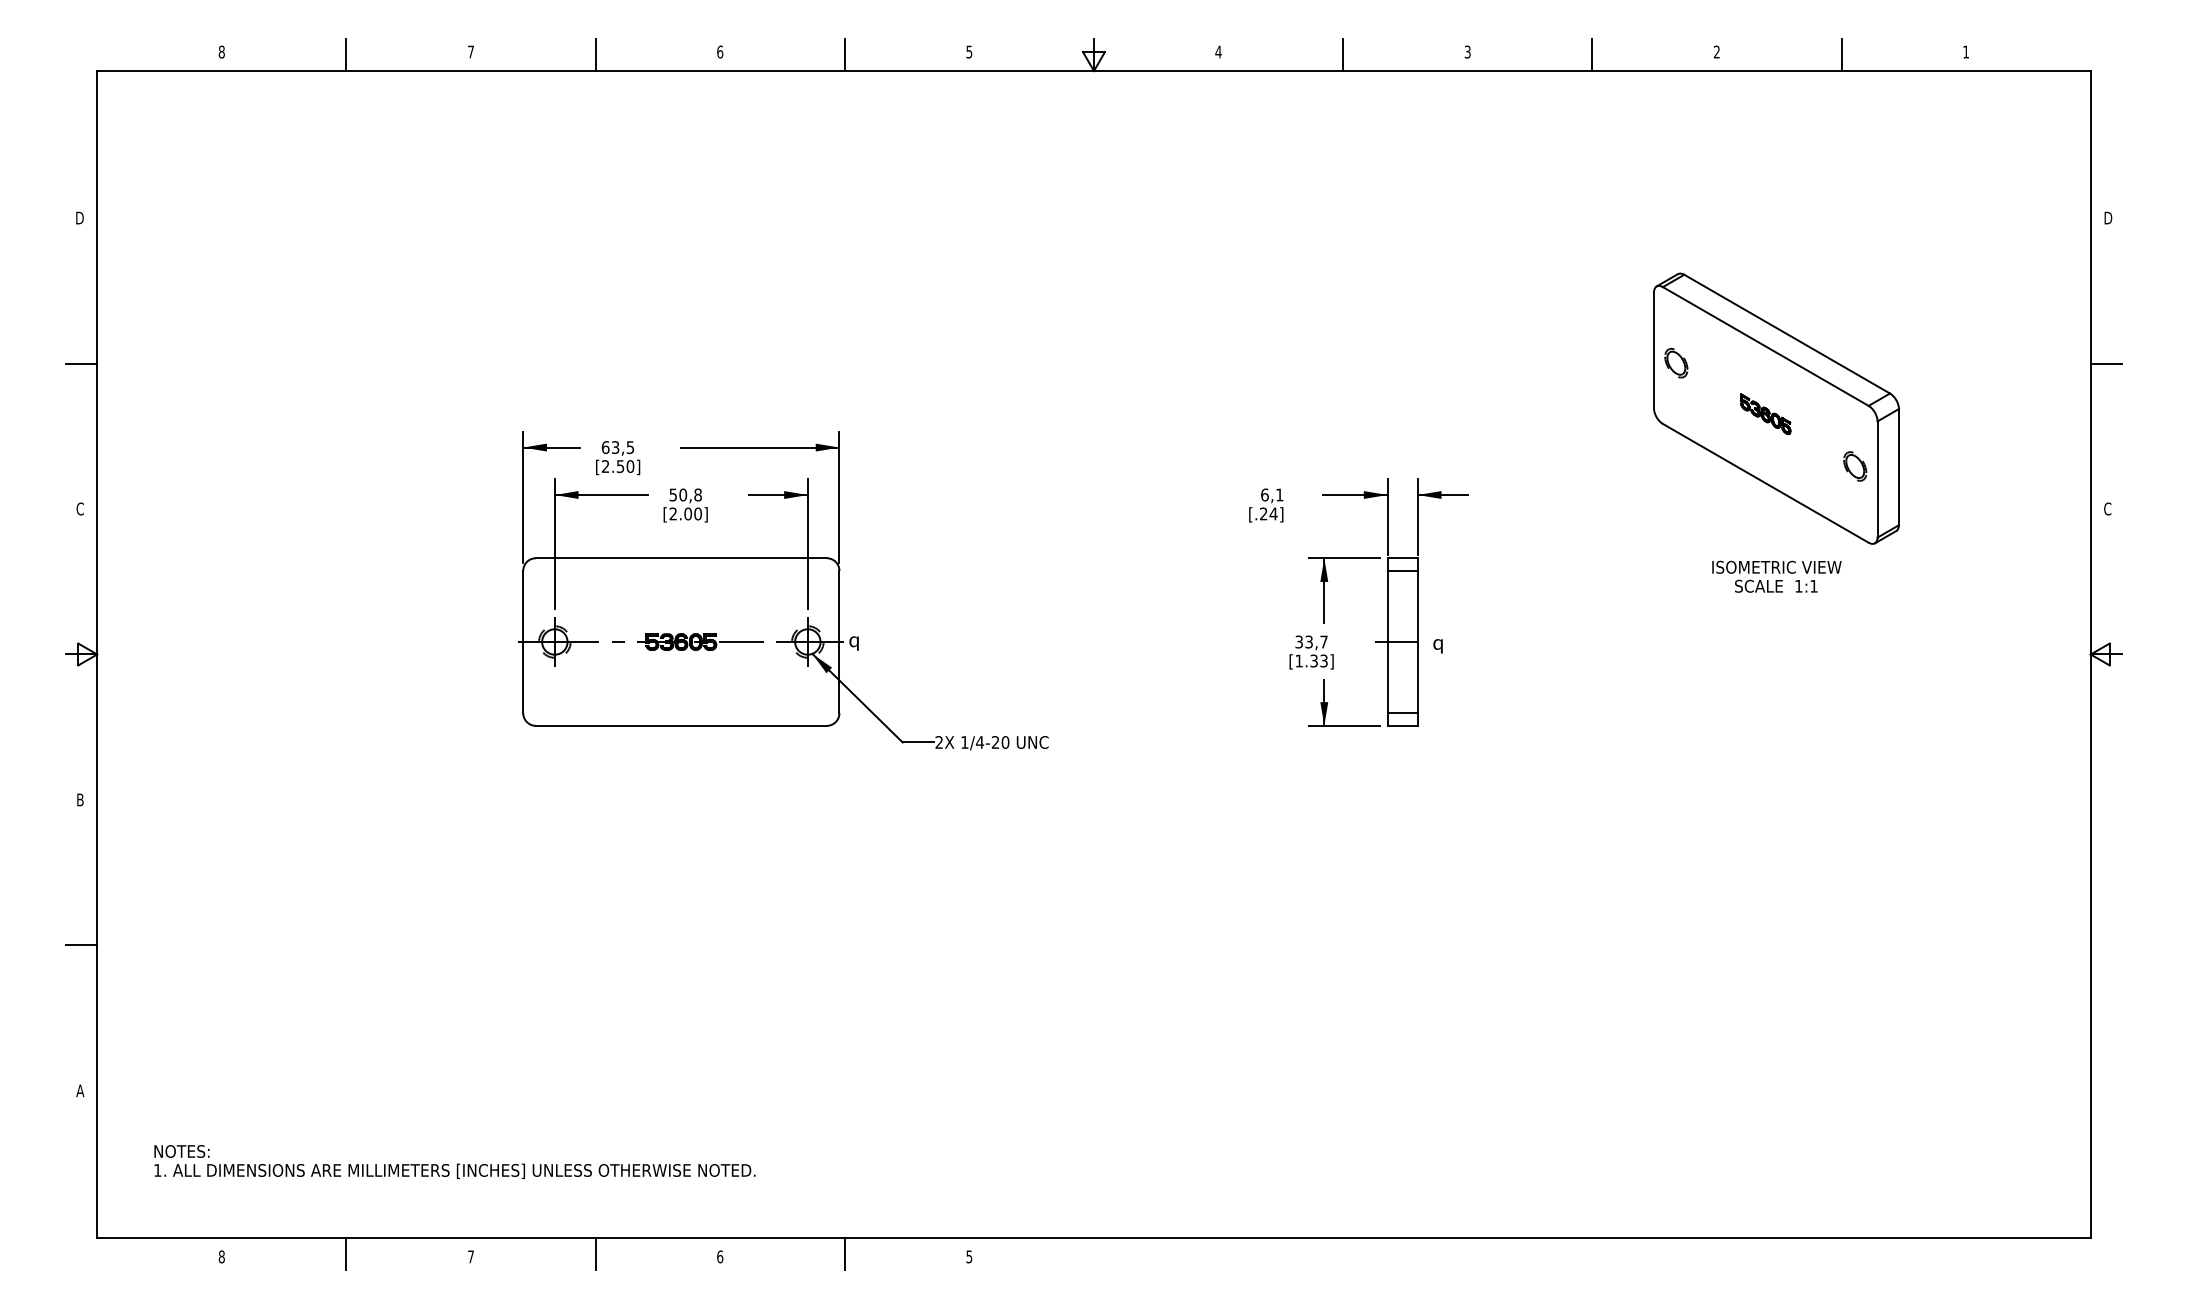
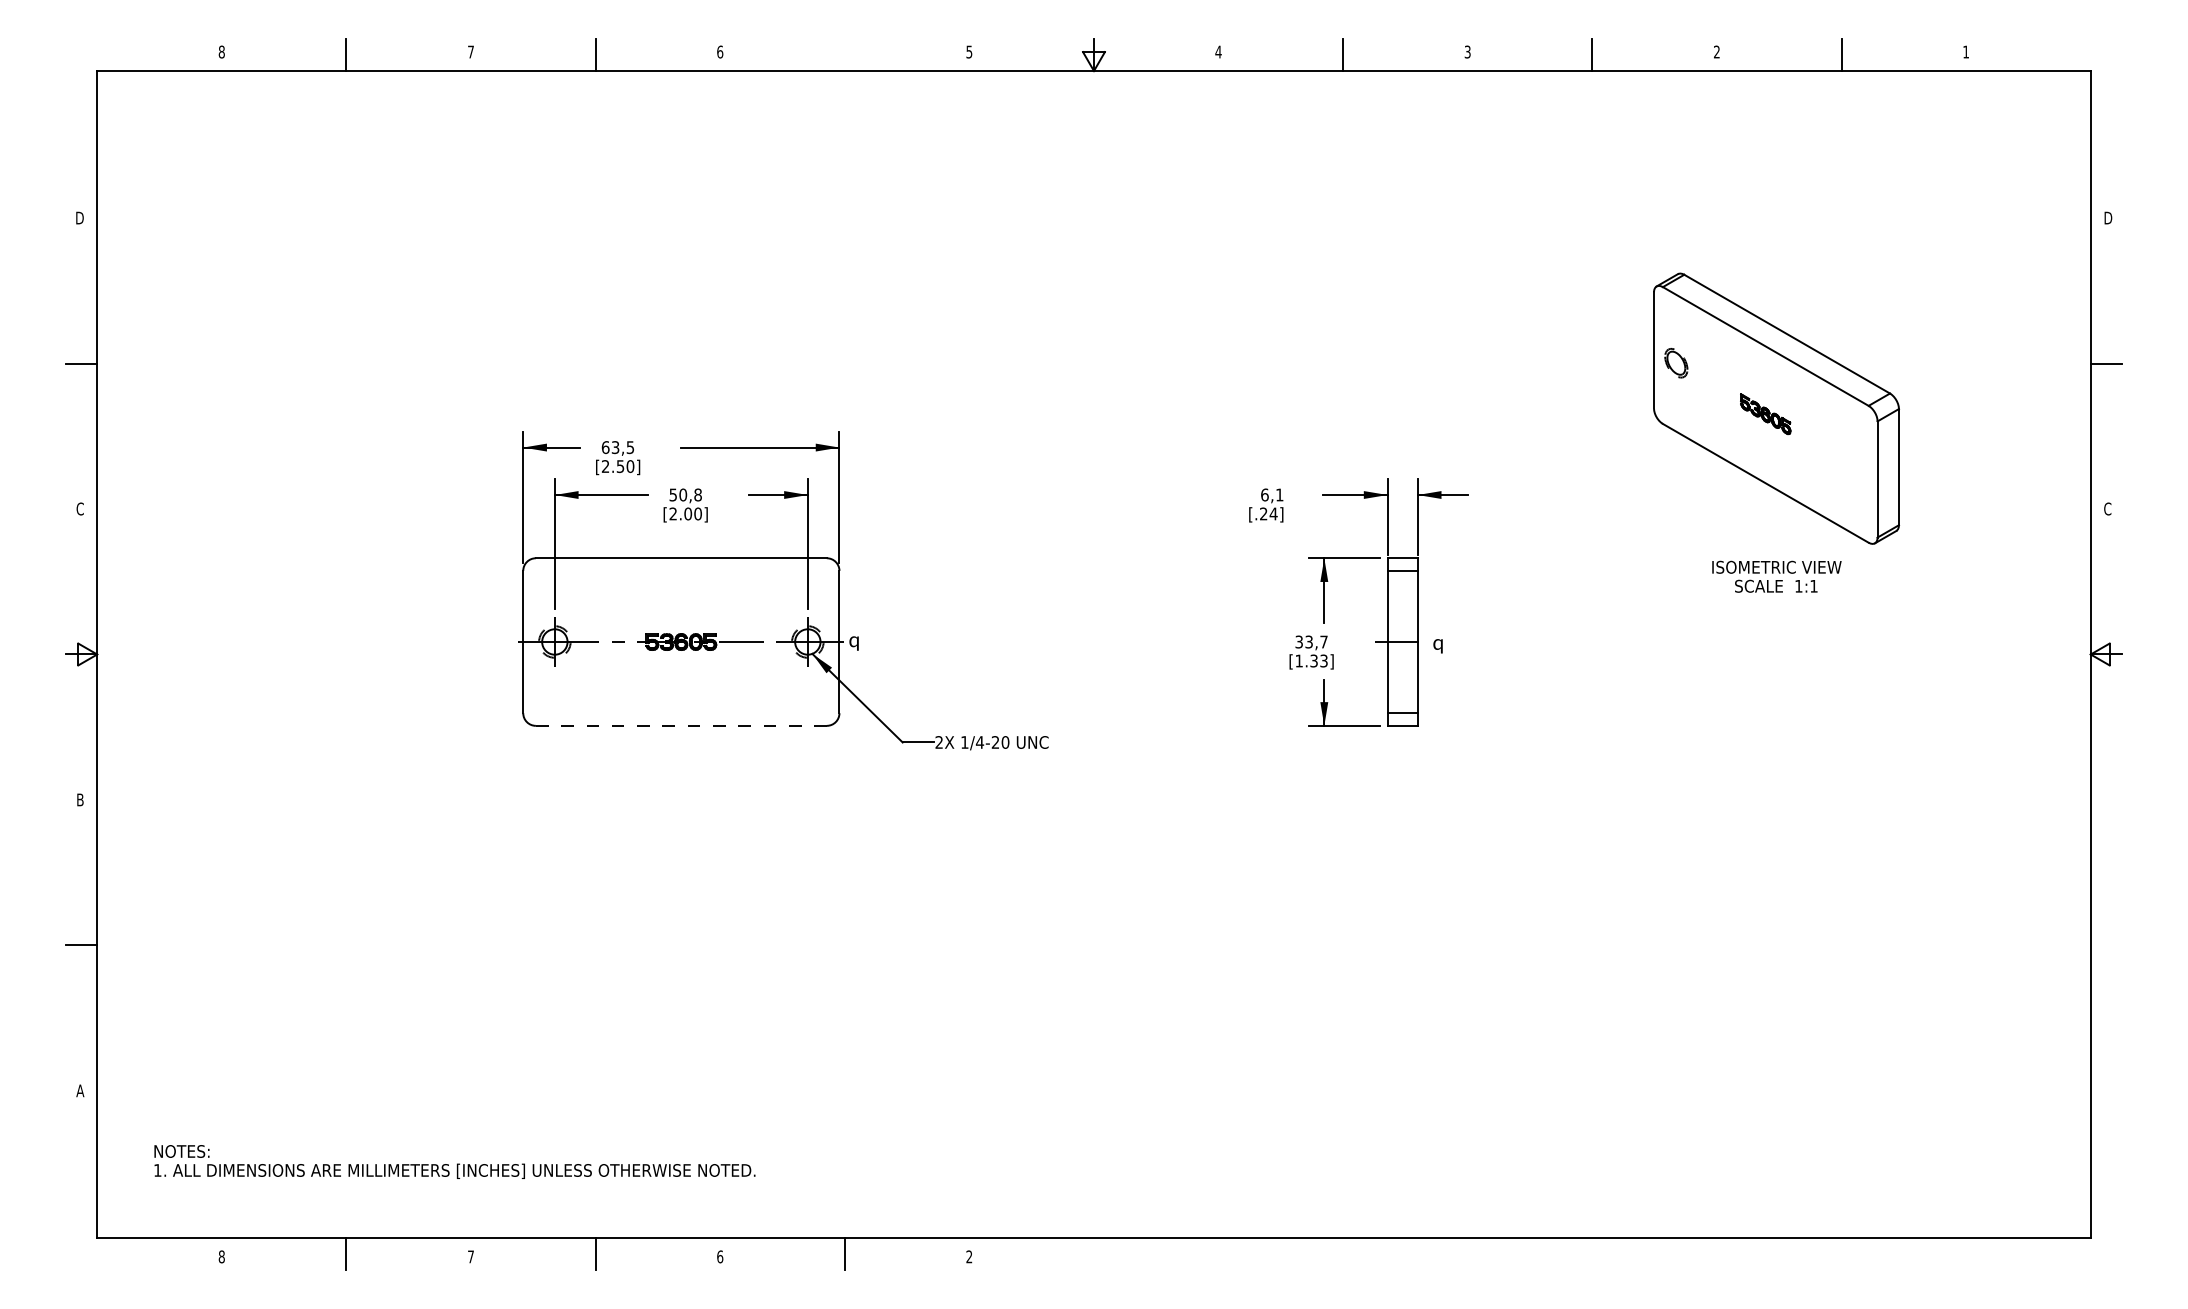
line at (844, 55): present -> none
part at (1855, 466): present -> none
line at (681, 725): solid -> dashed
text at (969, 1256): 5 -> 2
